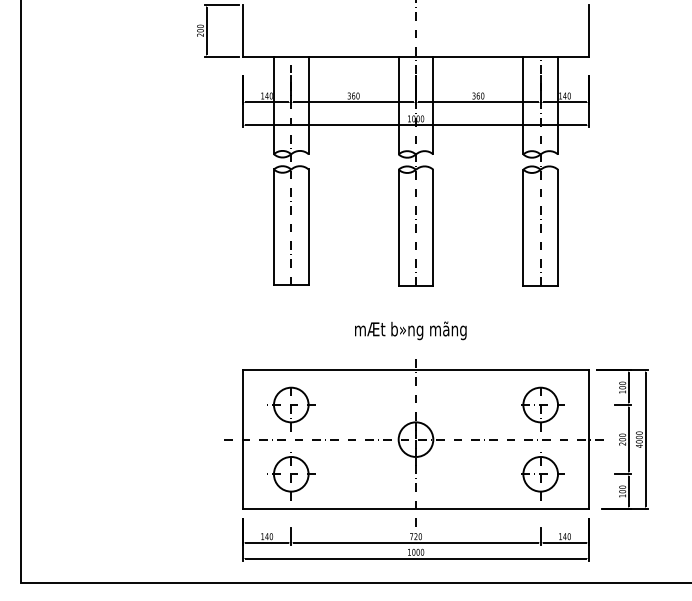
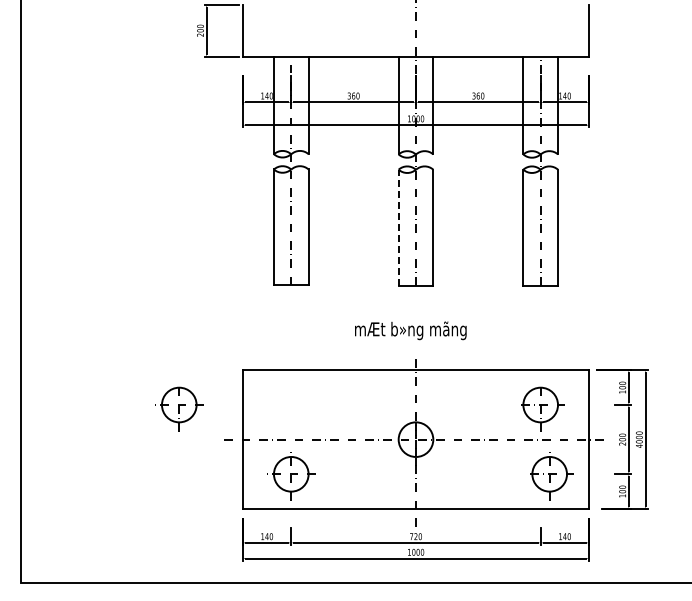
line at (398, 227): solid -> dashed
part at (291, 408) position: (291, 408) -> (179, 408)
part at (542, 476) position: (542, 476) -> (551, 476)
